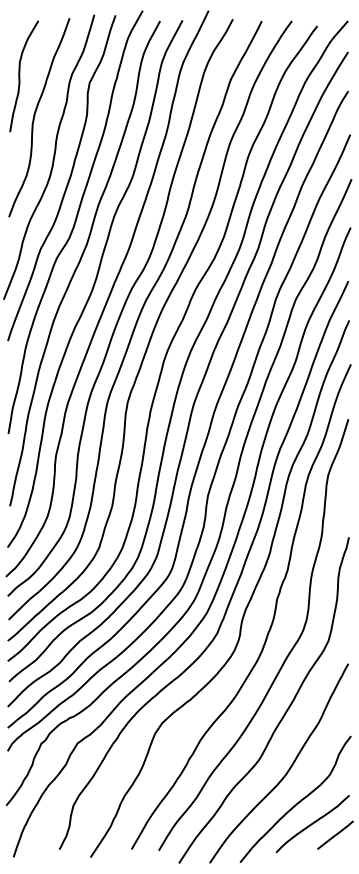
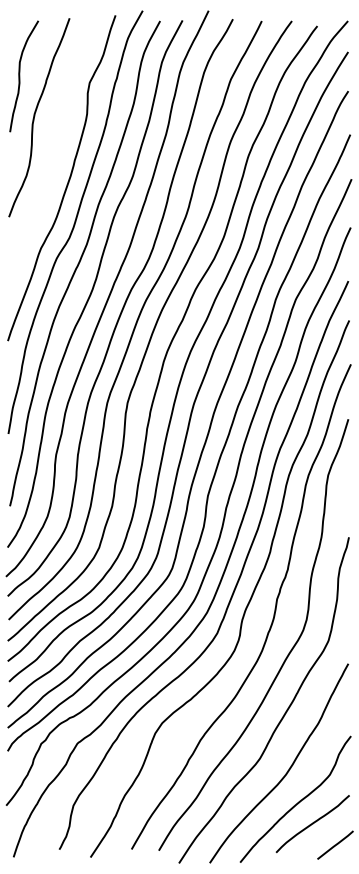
curve at (53, 156): present -> none
line at (335, 834) position: (335, 834) -> (335, 844)
